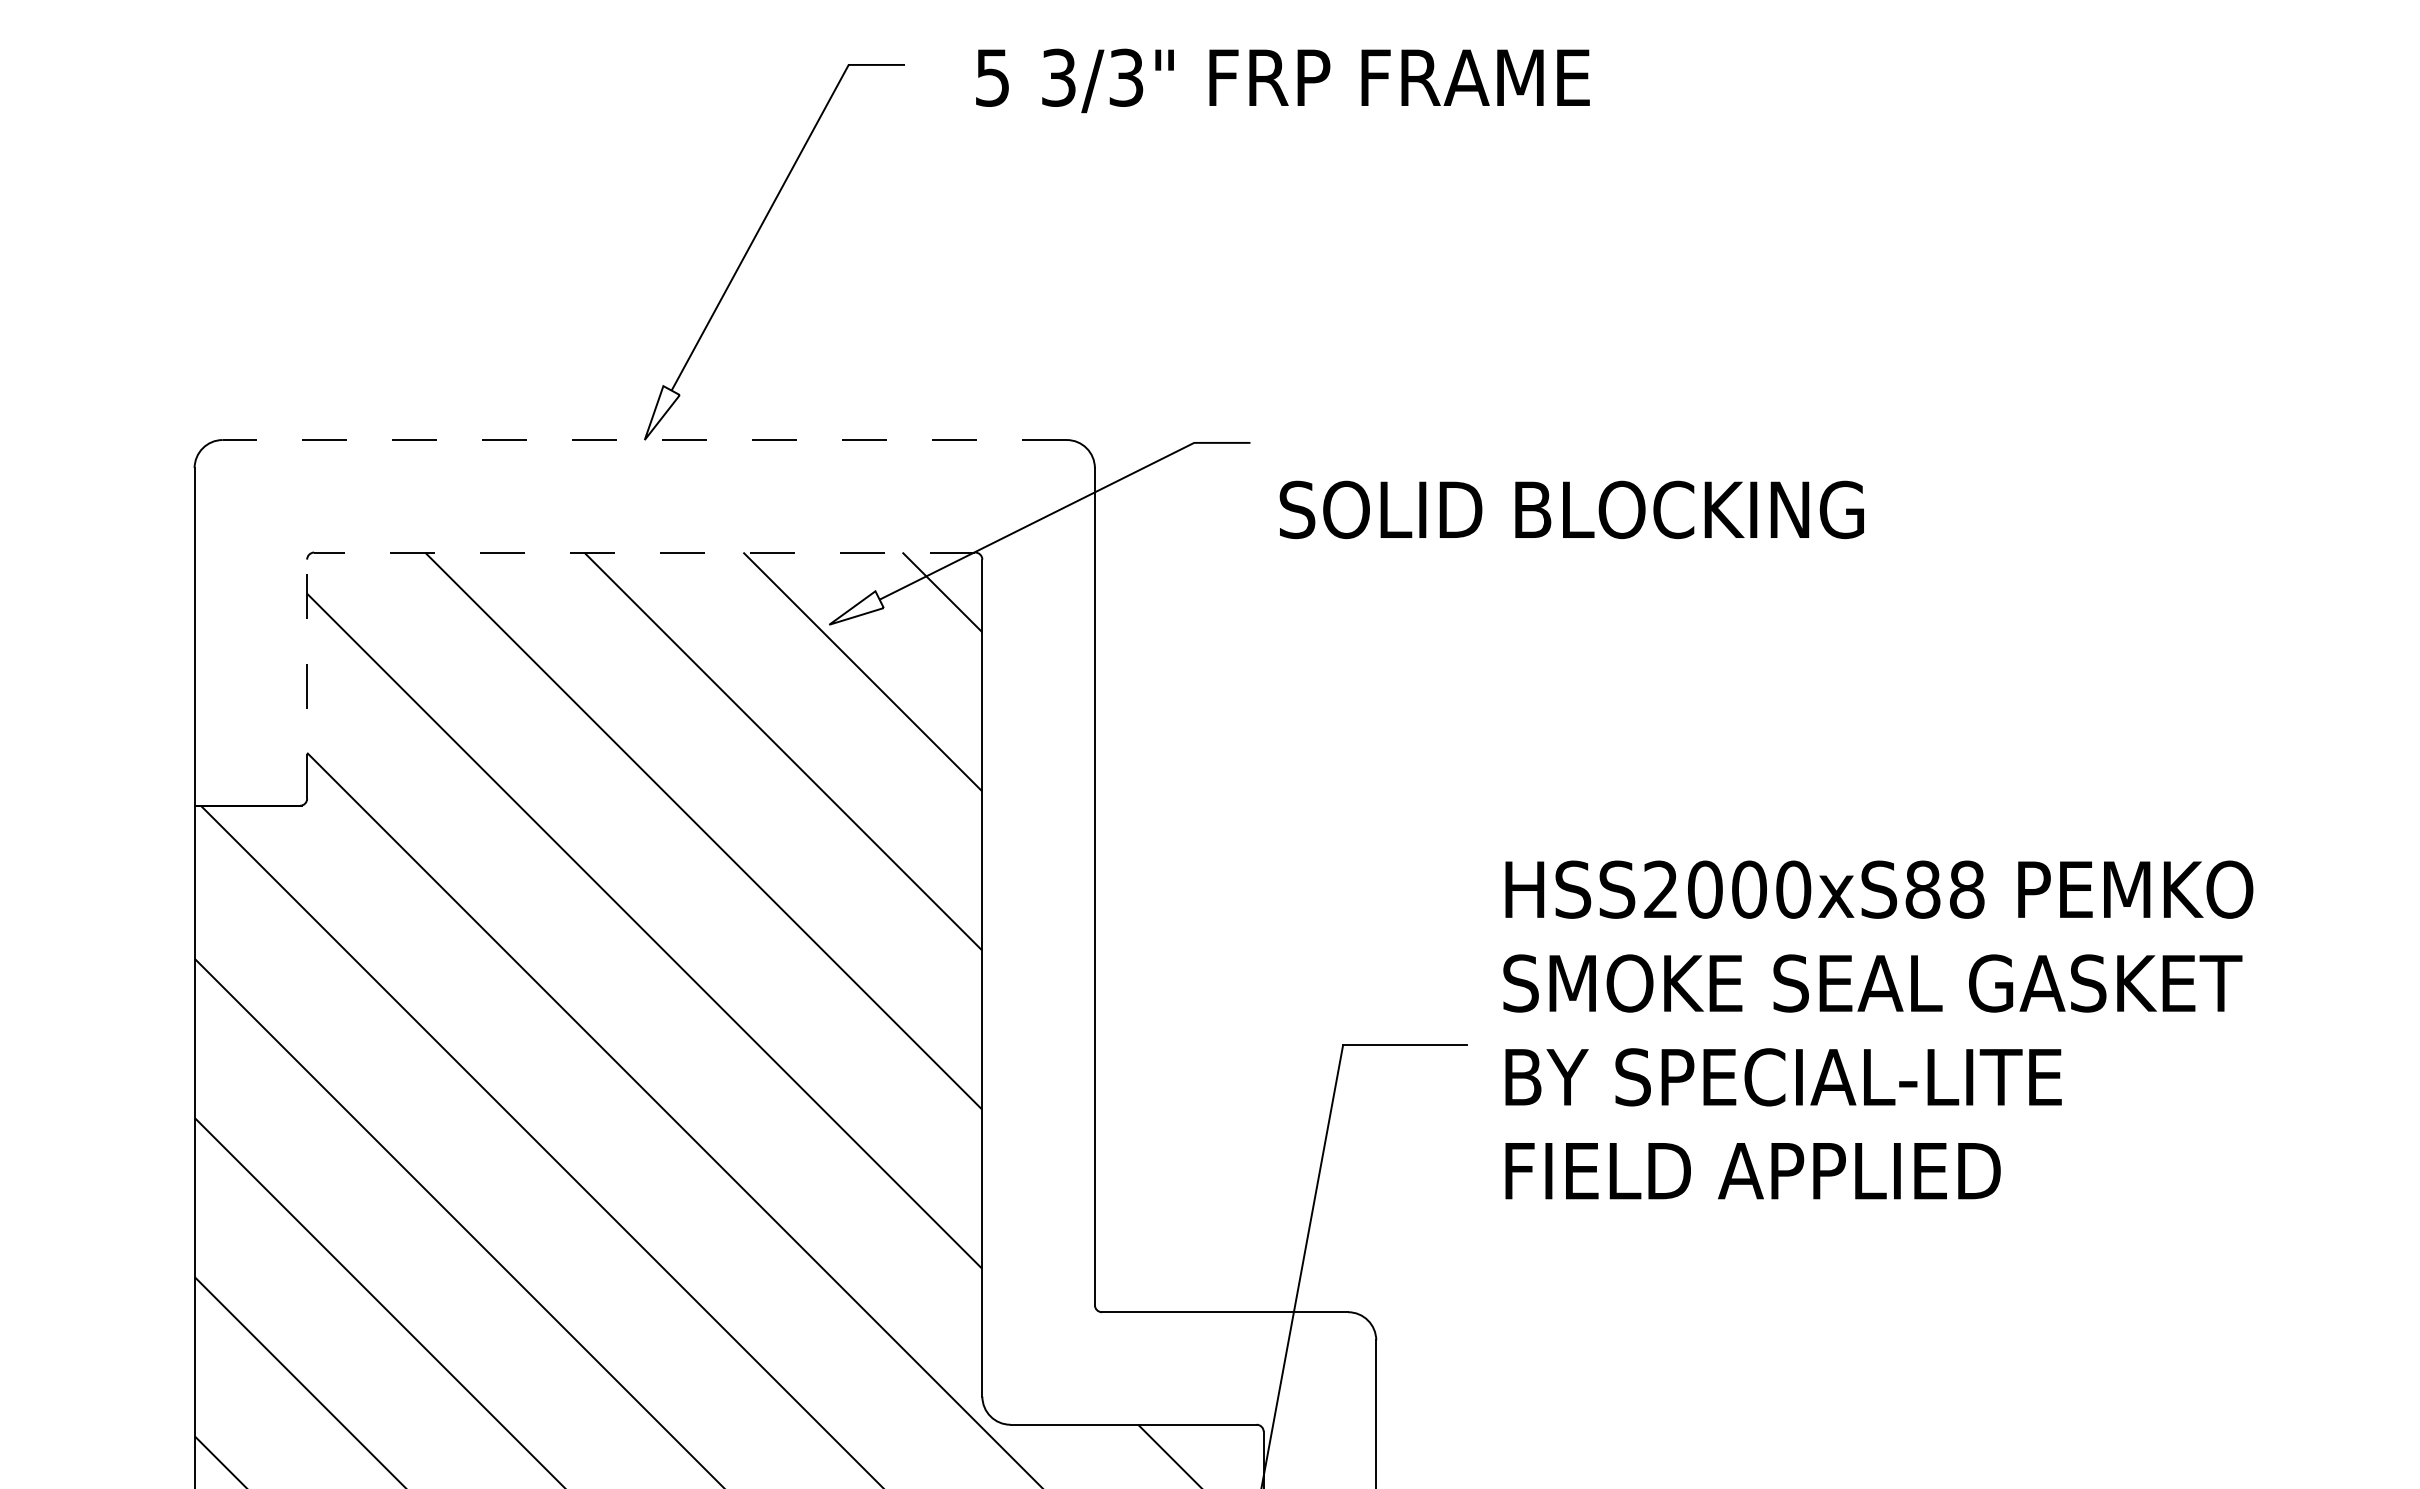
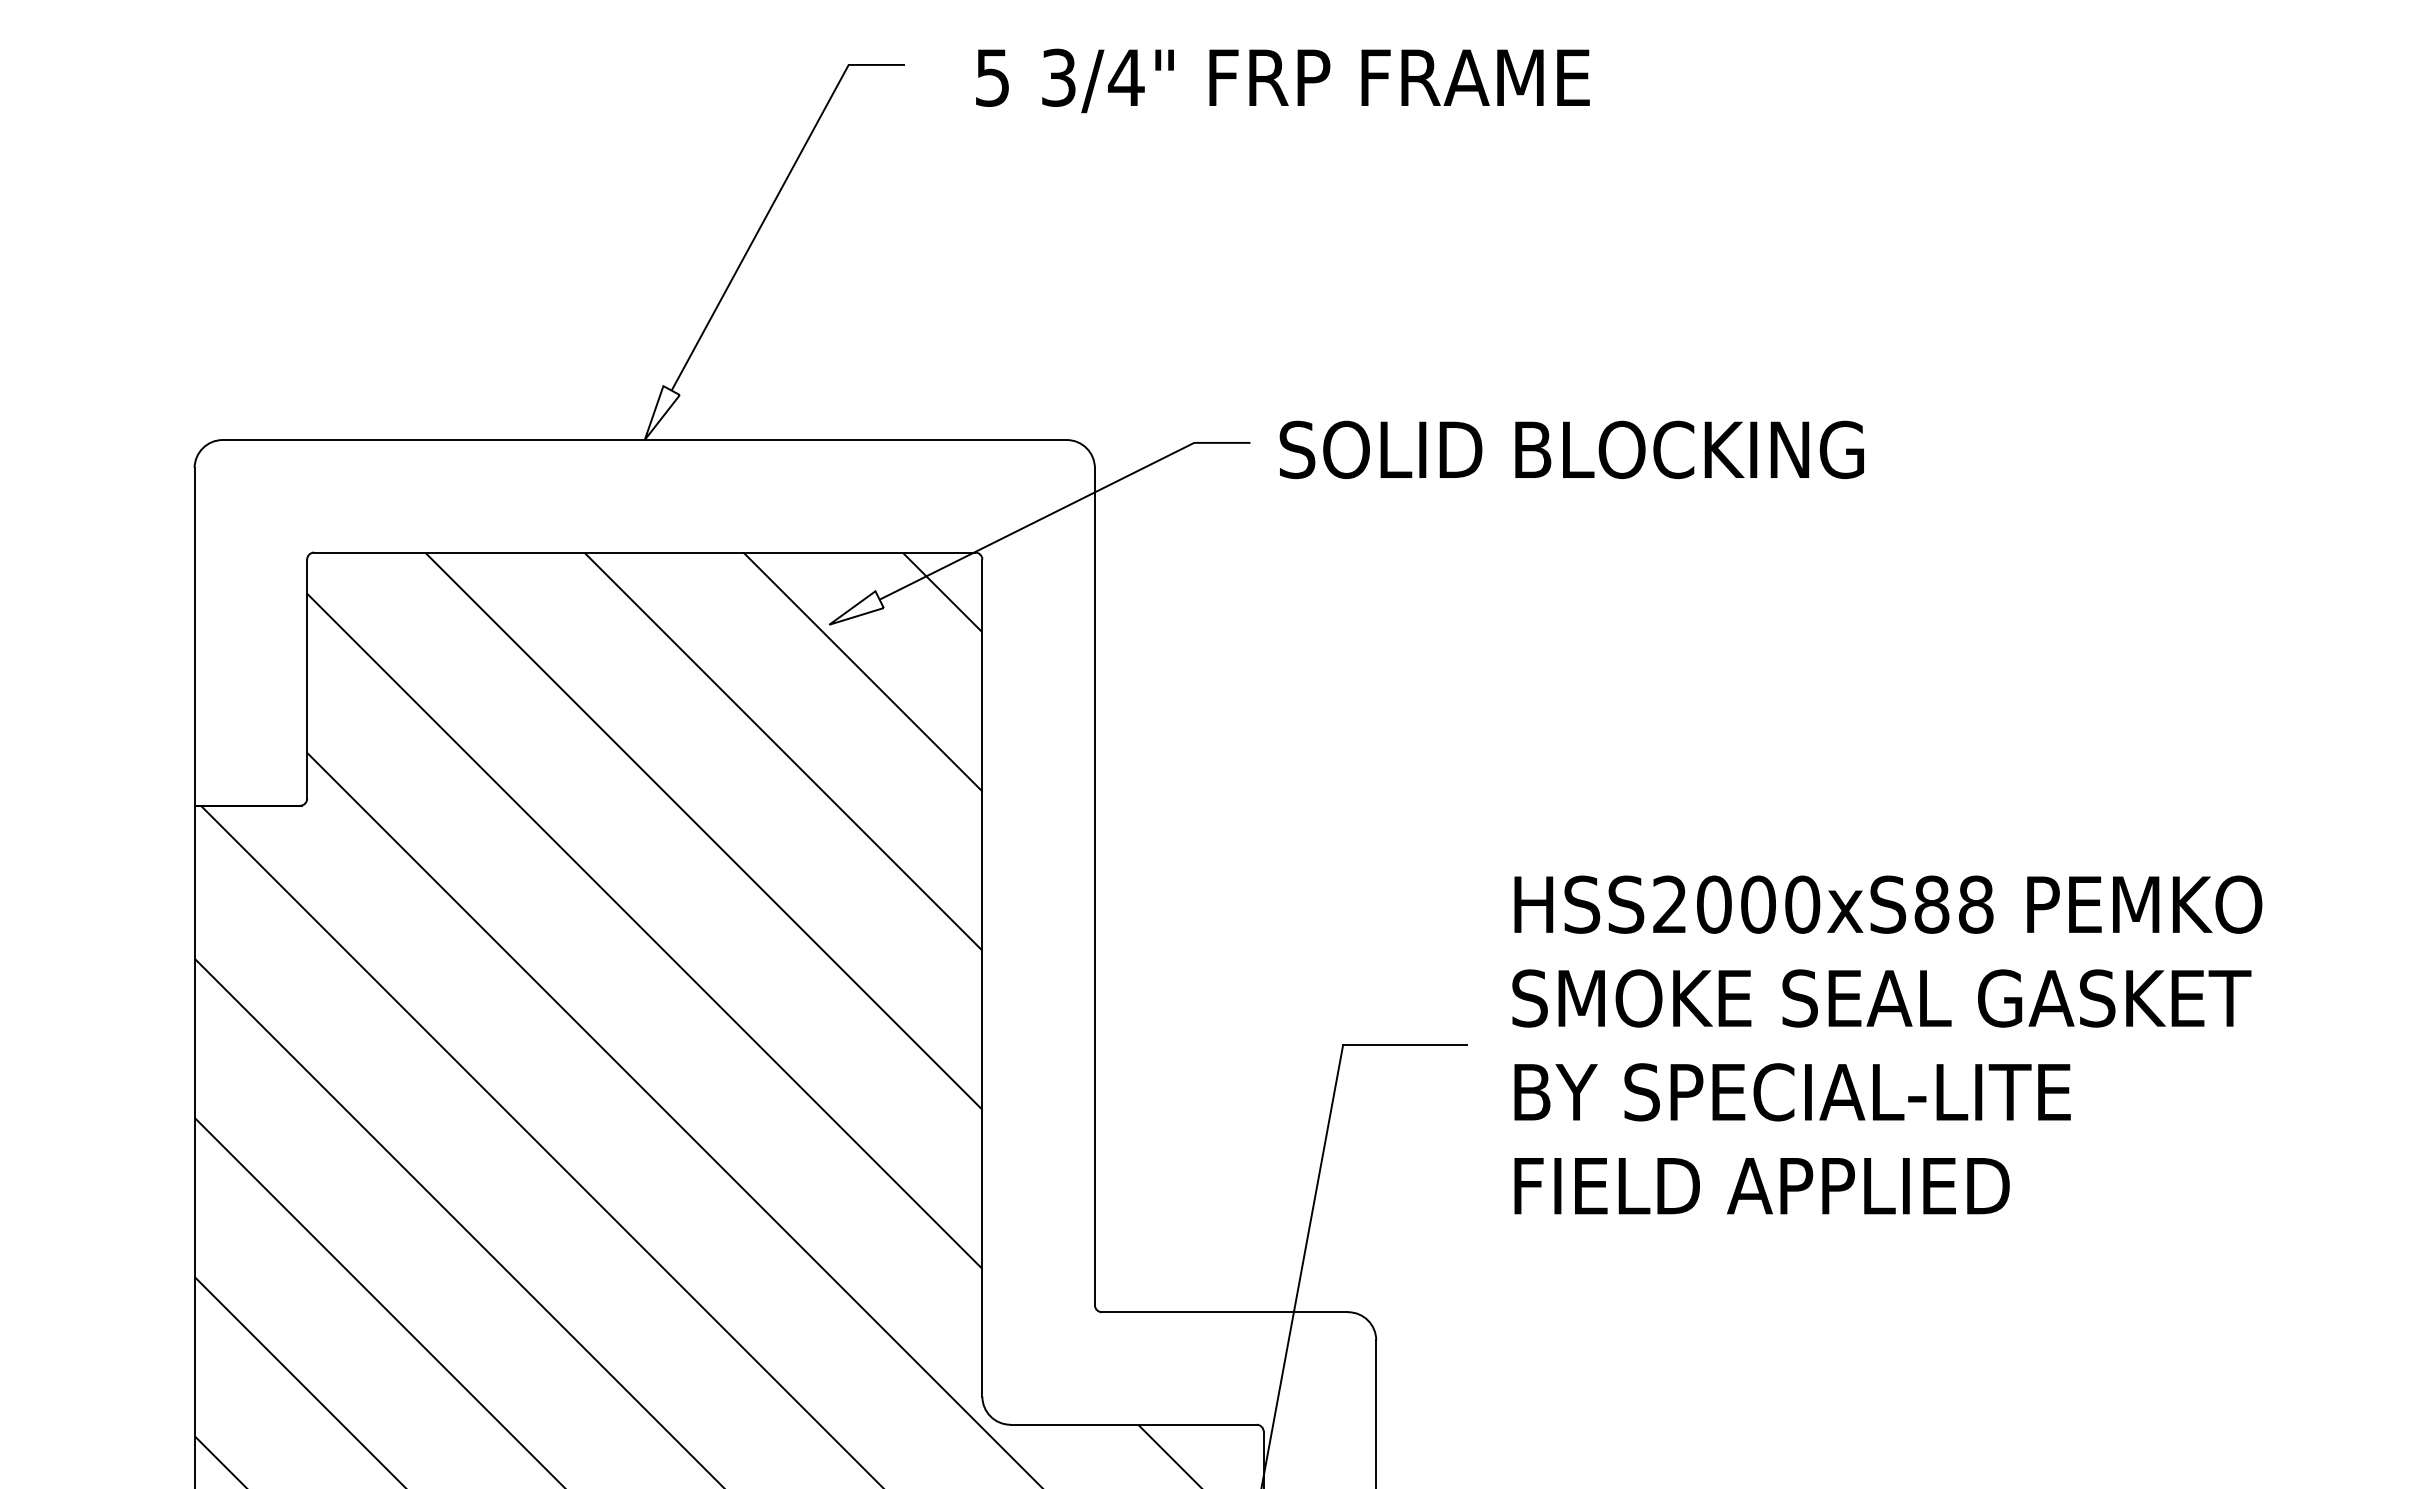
text at (1126, 77): 3/3" -> 3/4"
line at (644, 440): dashed -> solid
text at (1571, 509) position: (1571, 509) -> (1571, 449)
line at (644, 552): dashed -> solid
line at (307, 679): dashed -> solid
text at (1878, 1029) position: (1878, 1029) -> (1887, 1044)
